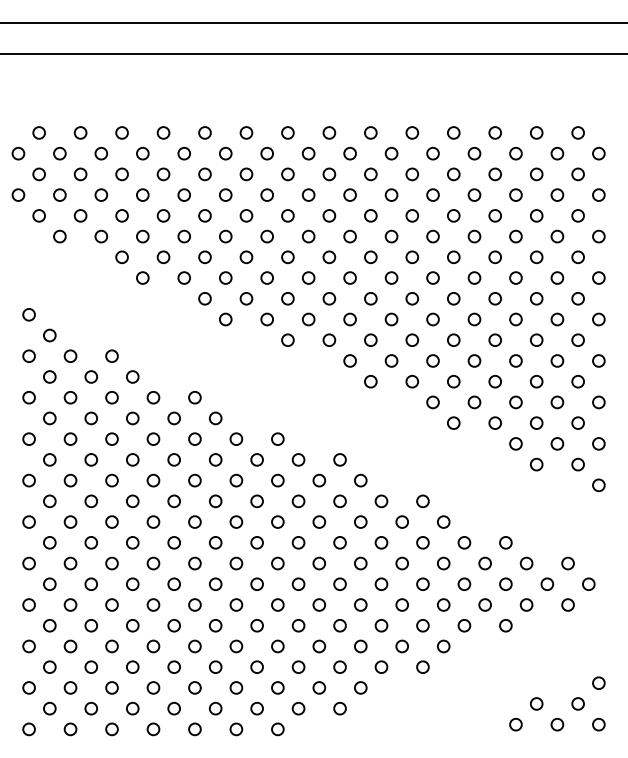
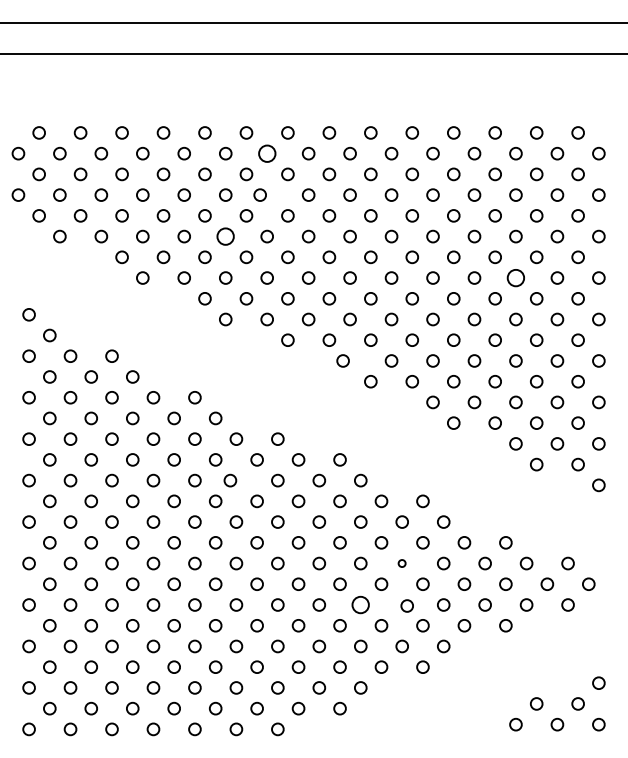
circle at (266, 153) size: 14x15 px -> 19x19 px
circle at (266, 194) position: (266, 194) -> (259, 194)
circle at (225, 236) size: 14x15 px -> 19x19 px
circle at (515, 277) size: 14x14 px -> 19x19 px
circle at (349, 360) position: (349, 360) -> (342, 360)
circle at (236, 480) position: (236, 480) -> (230, 480)
circle at (401, 563) size: 14x15 px -> 10x9 px
circle at (360, 604) size: 14x14 px -> 19x20 px
circle at (401, 604) position: (401, 604) -> (406, 605)
